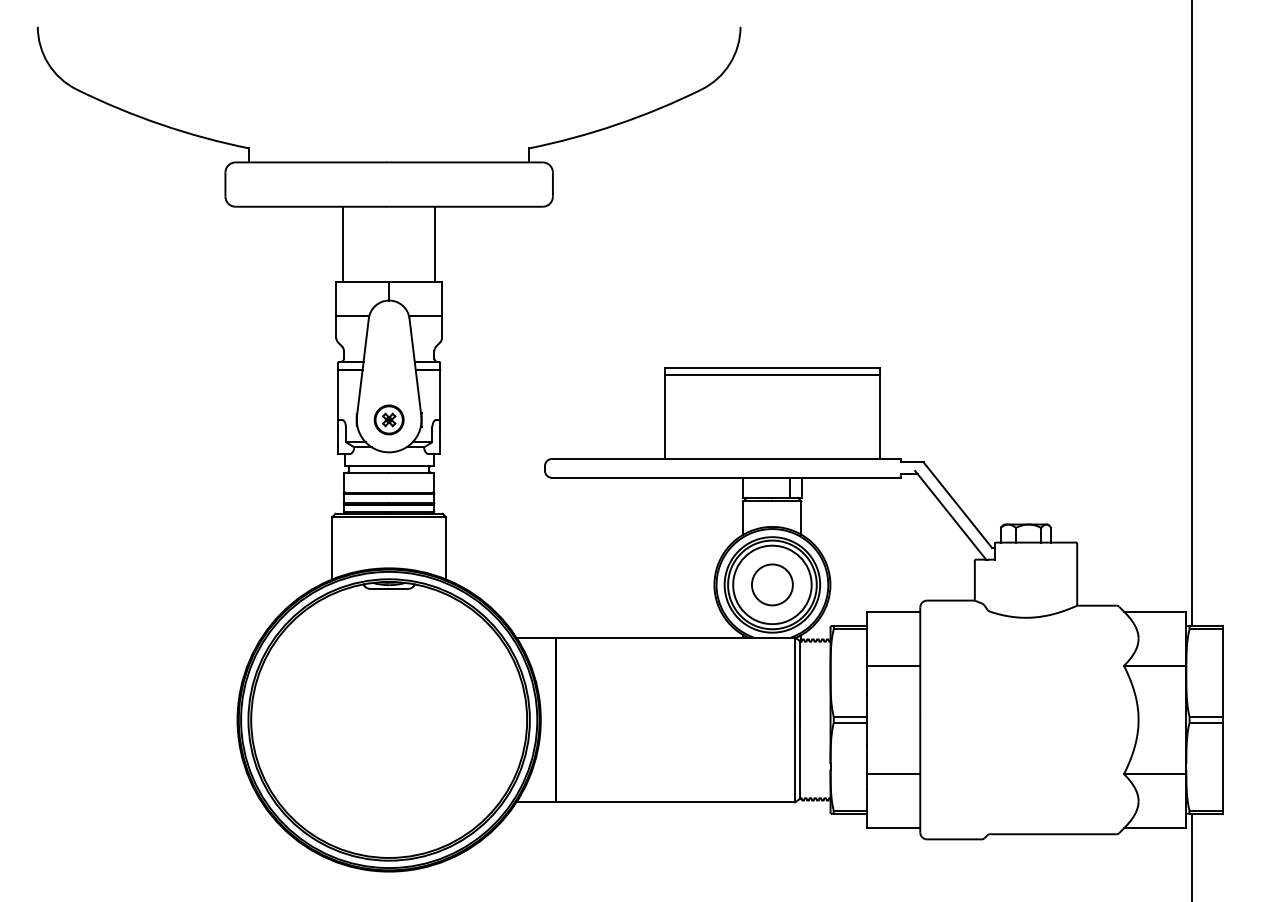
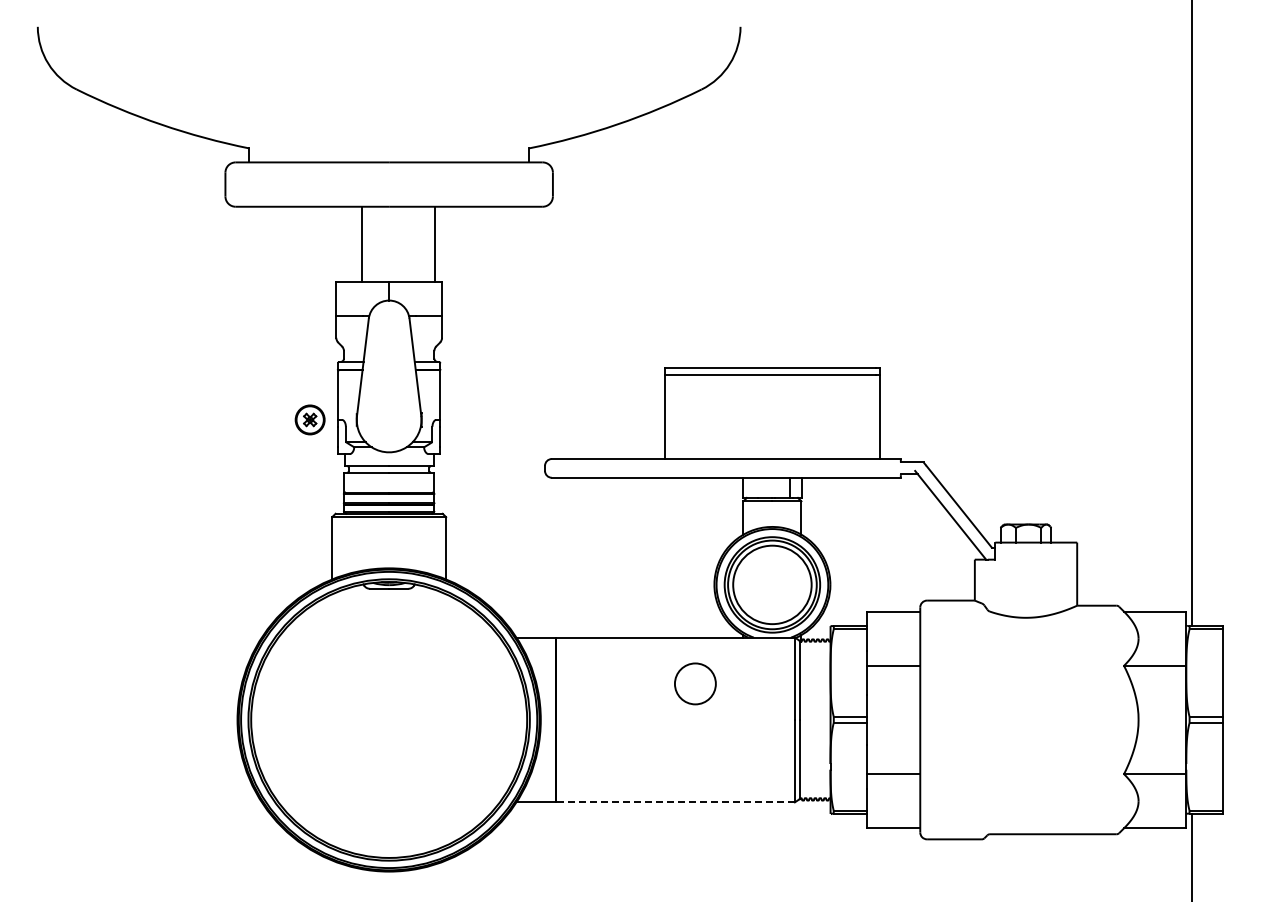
line at (343, 243) position: (343, 243) -> (362, 243)
part at (388, 419) position: (388, 419) -> (309, 419)
circle at (772, 584) position: (772, 584) -> (695, 683)
line at (675, 802): solid -> dashed
